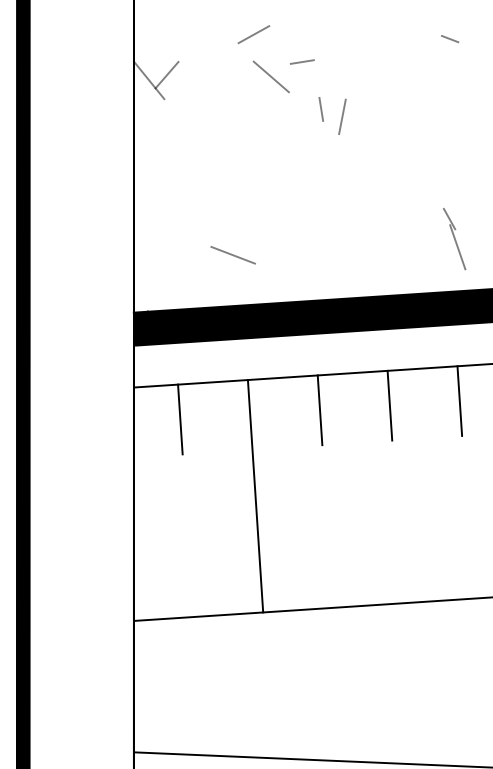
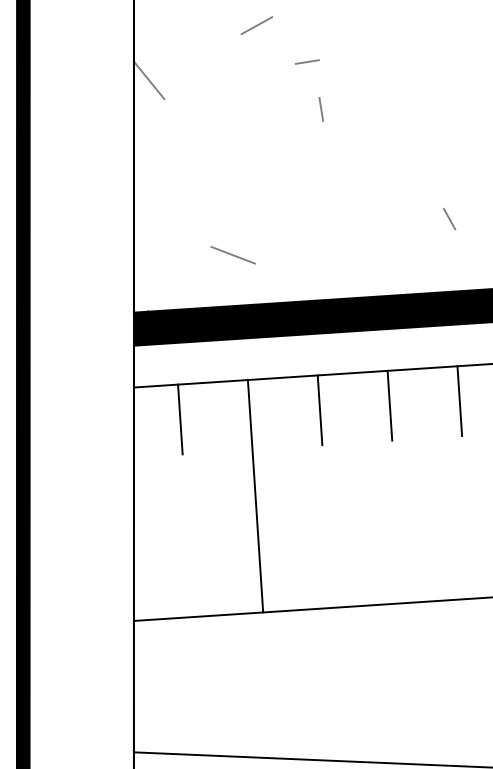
line at (253, 34) position: (253, 34) -> (256, 25)
line at (449, 39): present -> none
line at (302, 61) position: (302, 61) -> (307, 61)
line at (166, 75): present -> none
line at (270, 76): present -> none
line at (342, 116): present -> none
line at (457, 247): present -> none
